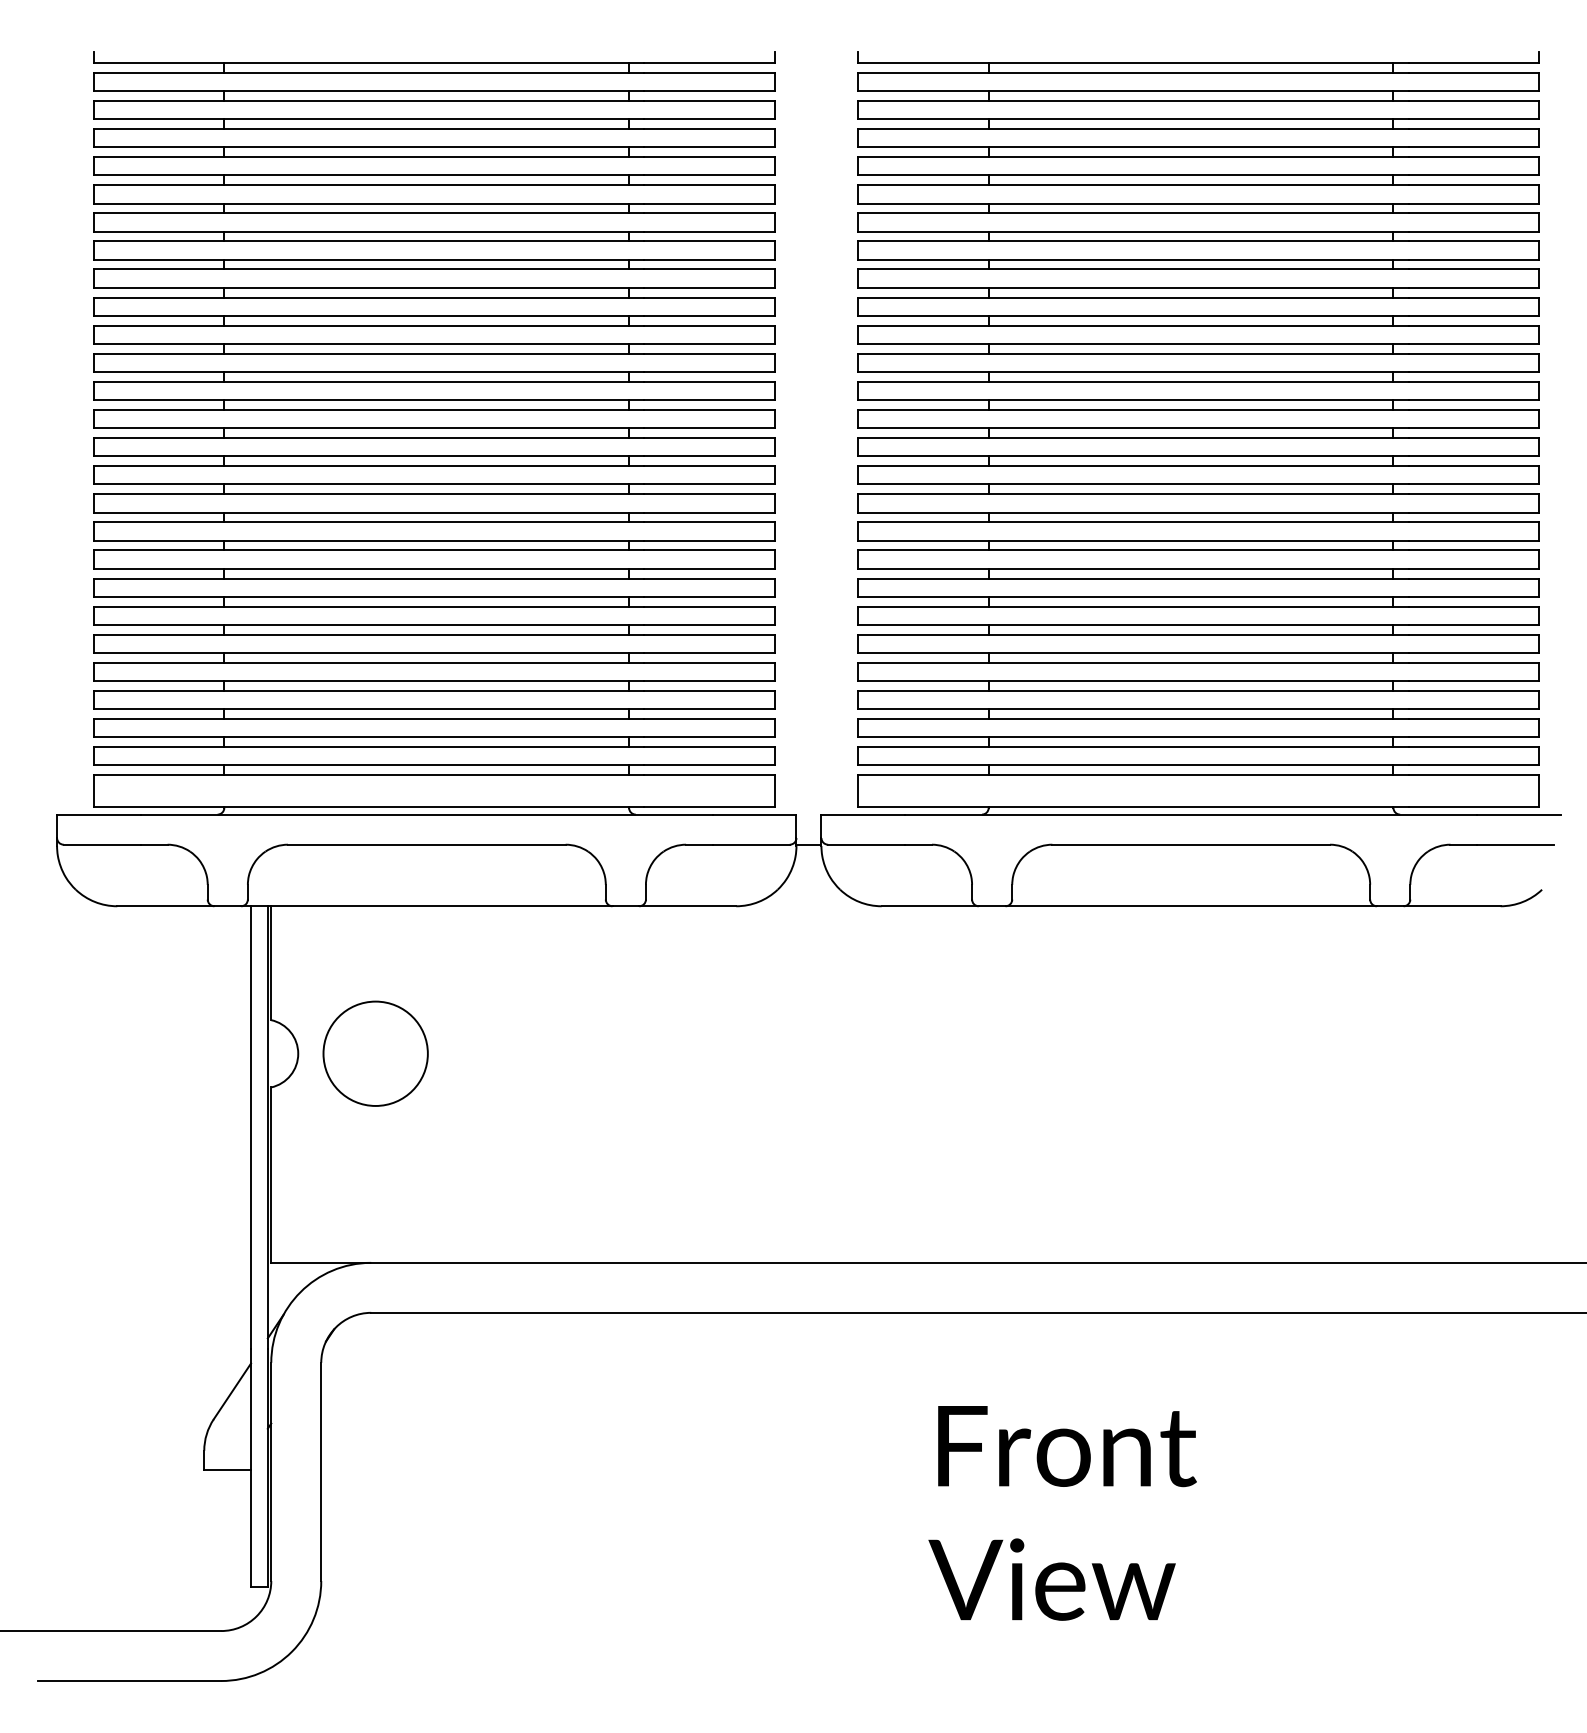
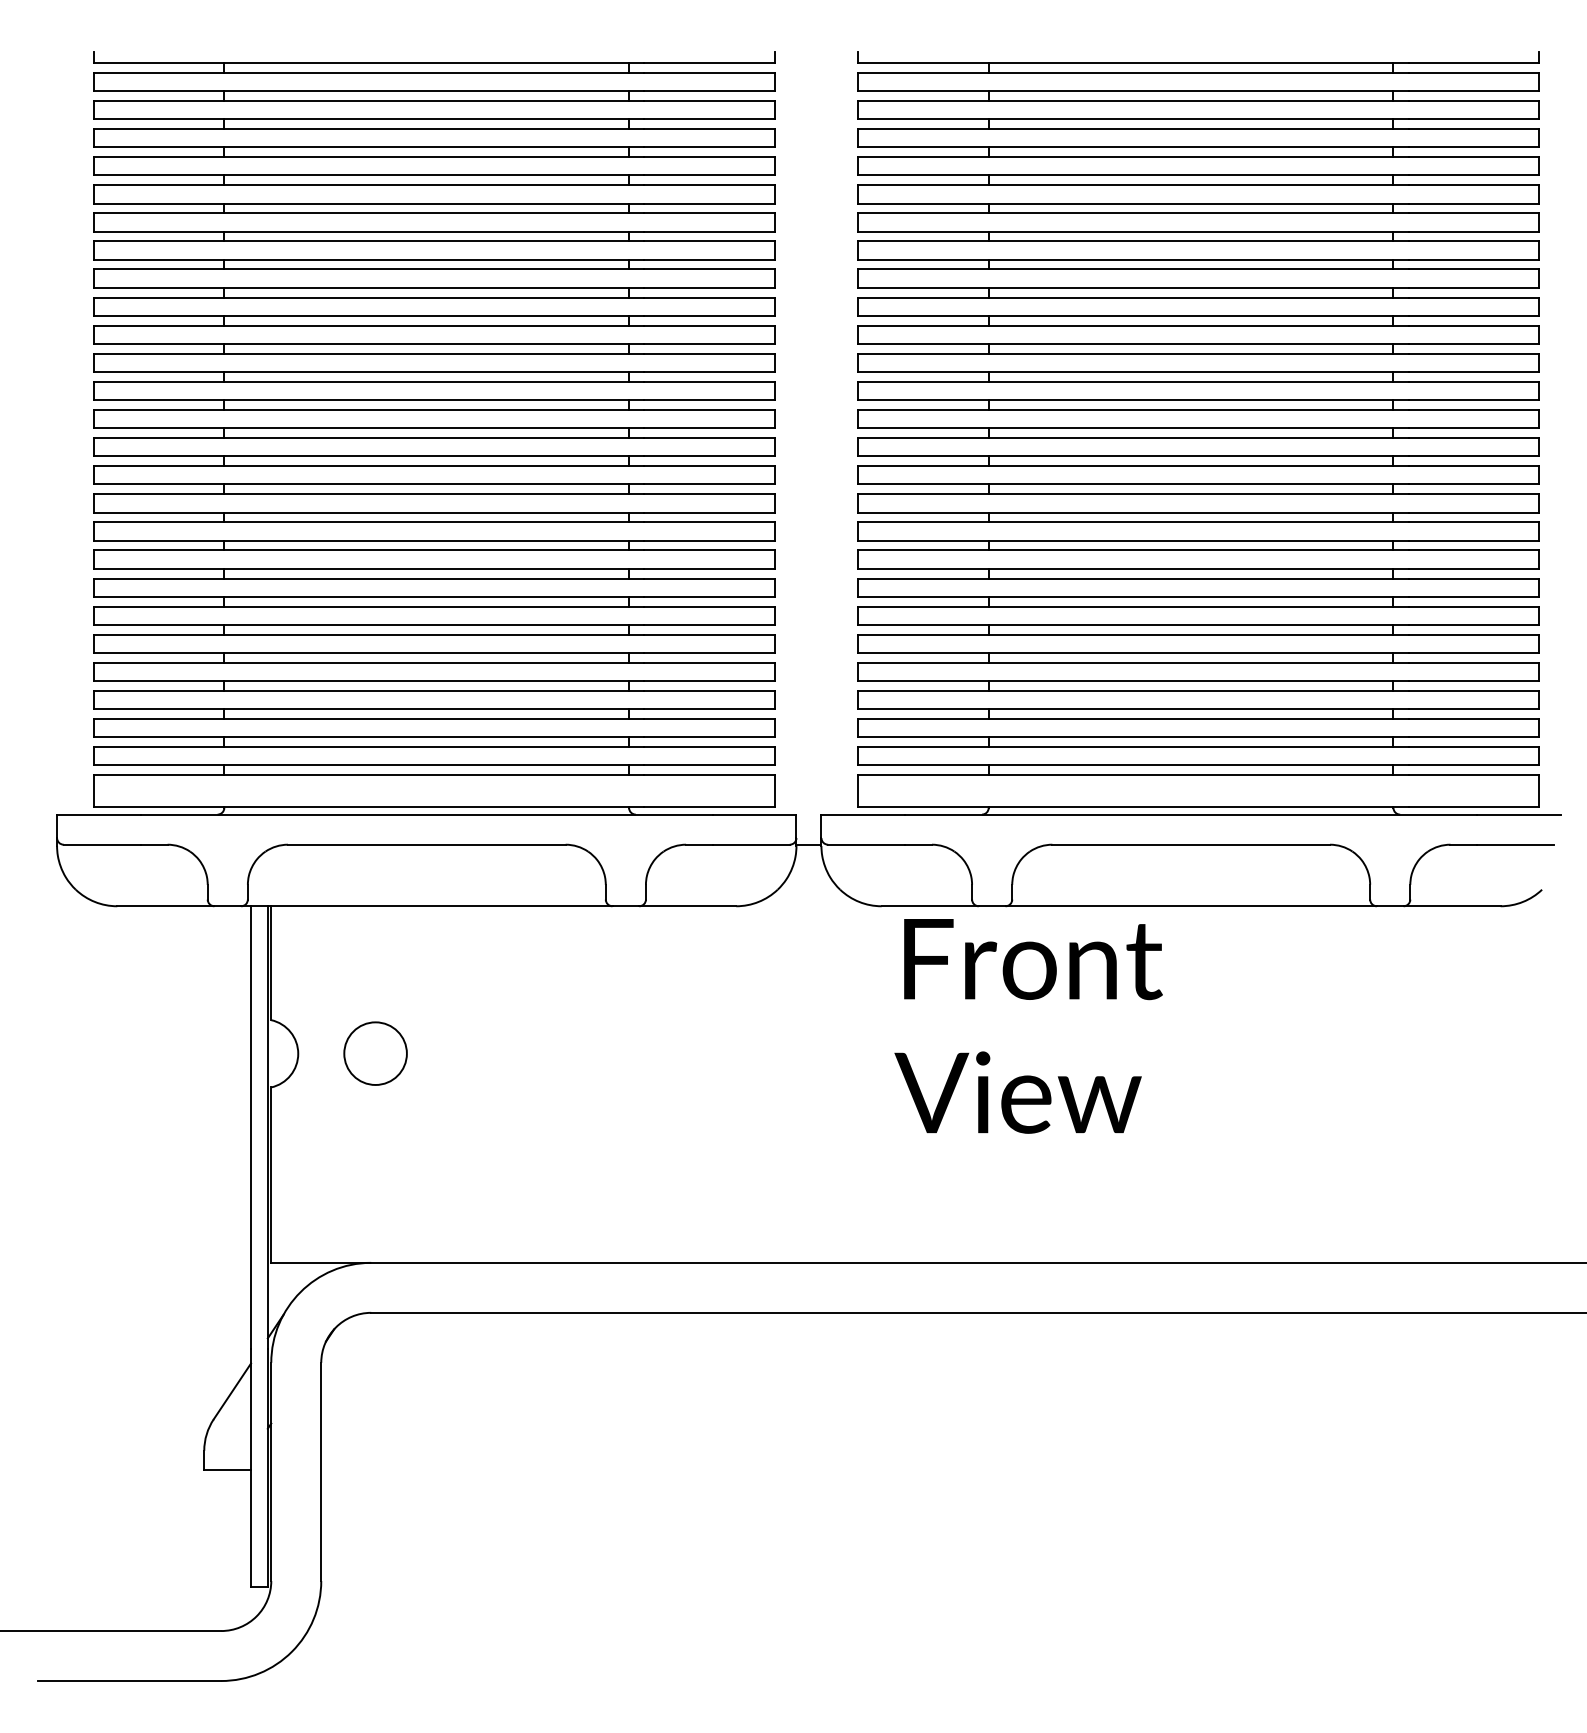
circle at (375, 1053) size: 107x107 px -> 65x65 px
text at (1062, 1513) position: (1062, 1513) -> (1028, 1026)
